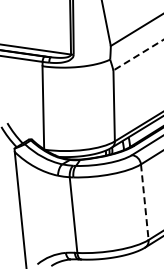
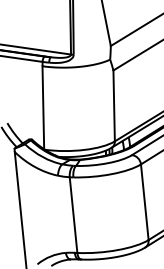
line at (137, 55): dashed -> solid
line at (144, 202): dashed -> solid
